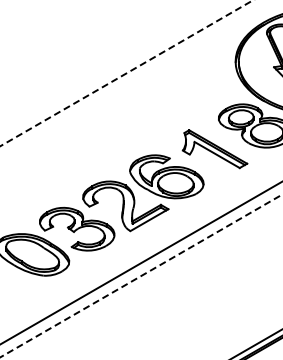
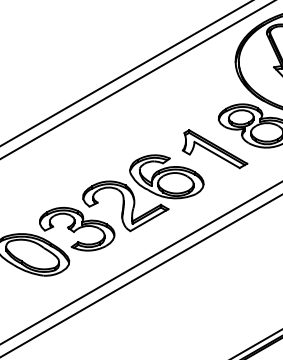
line at (126, 73): dashed -> solid
line at (137, 80): none -> present
line at (141, 275): dashed -> solid
